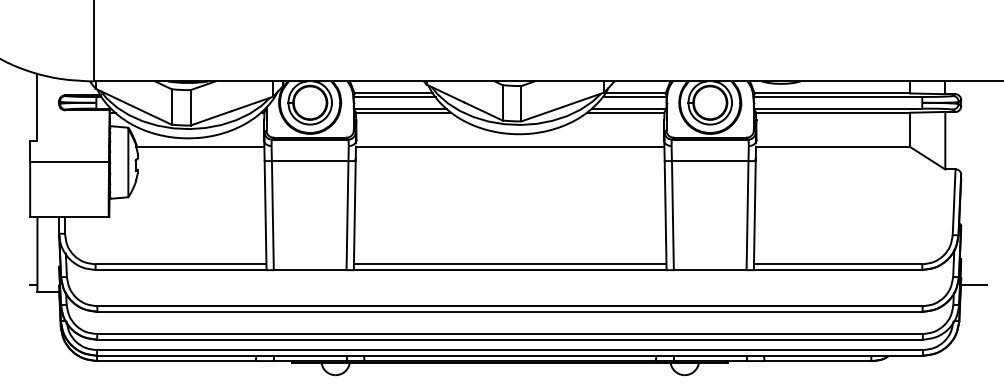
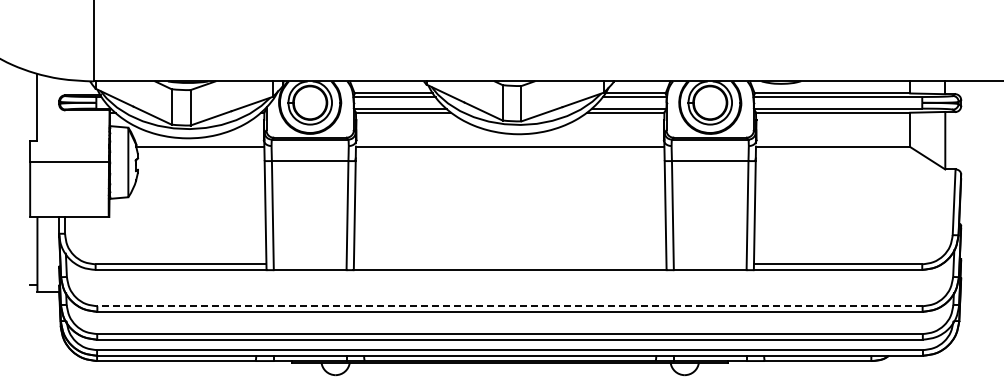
line at (509, 264): present -> none
line at (973, 284): present -> none
line at (509, 306): solid -> dashed
